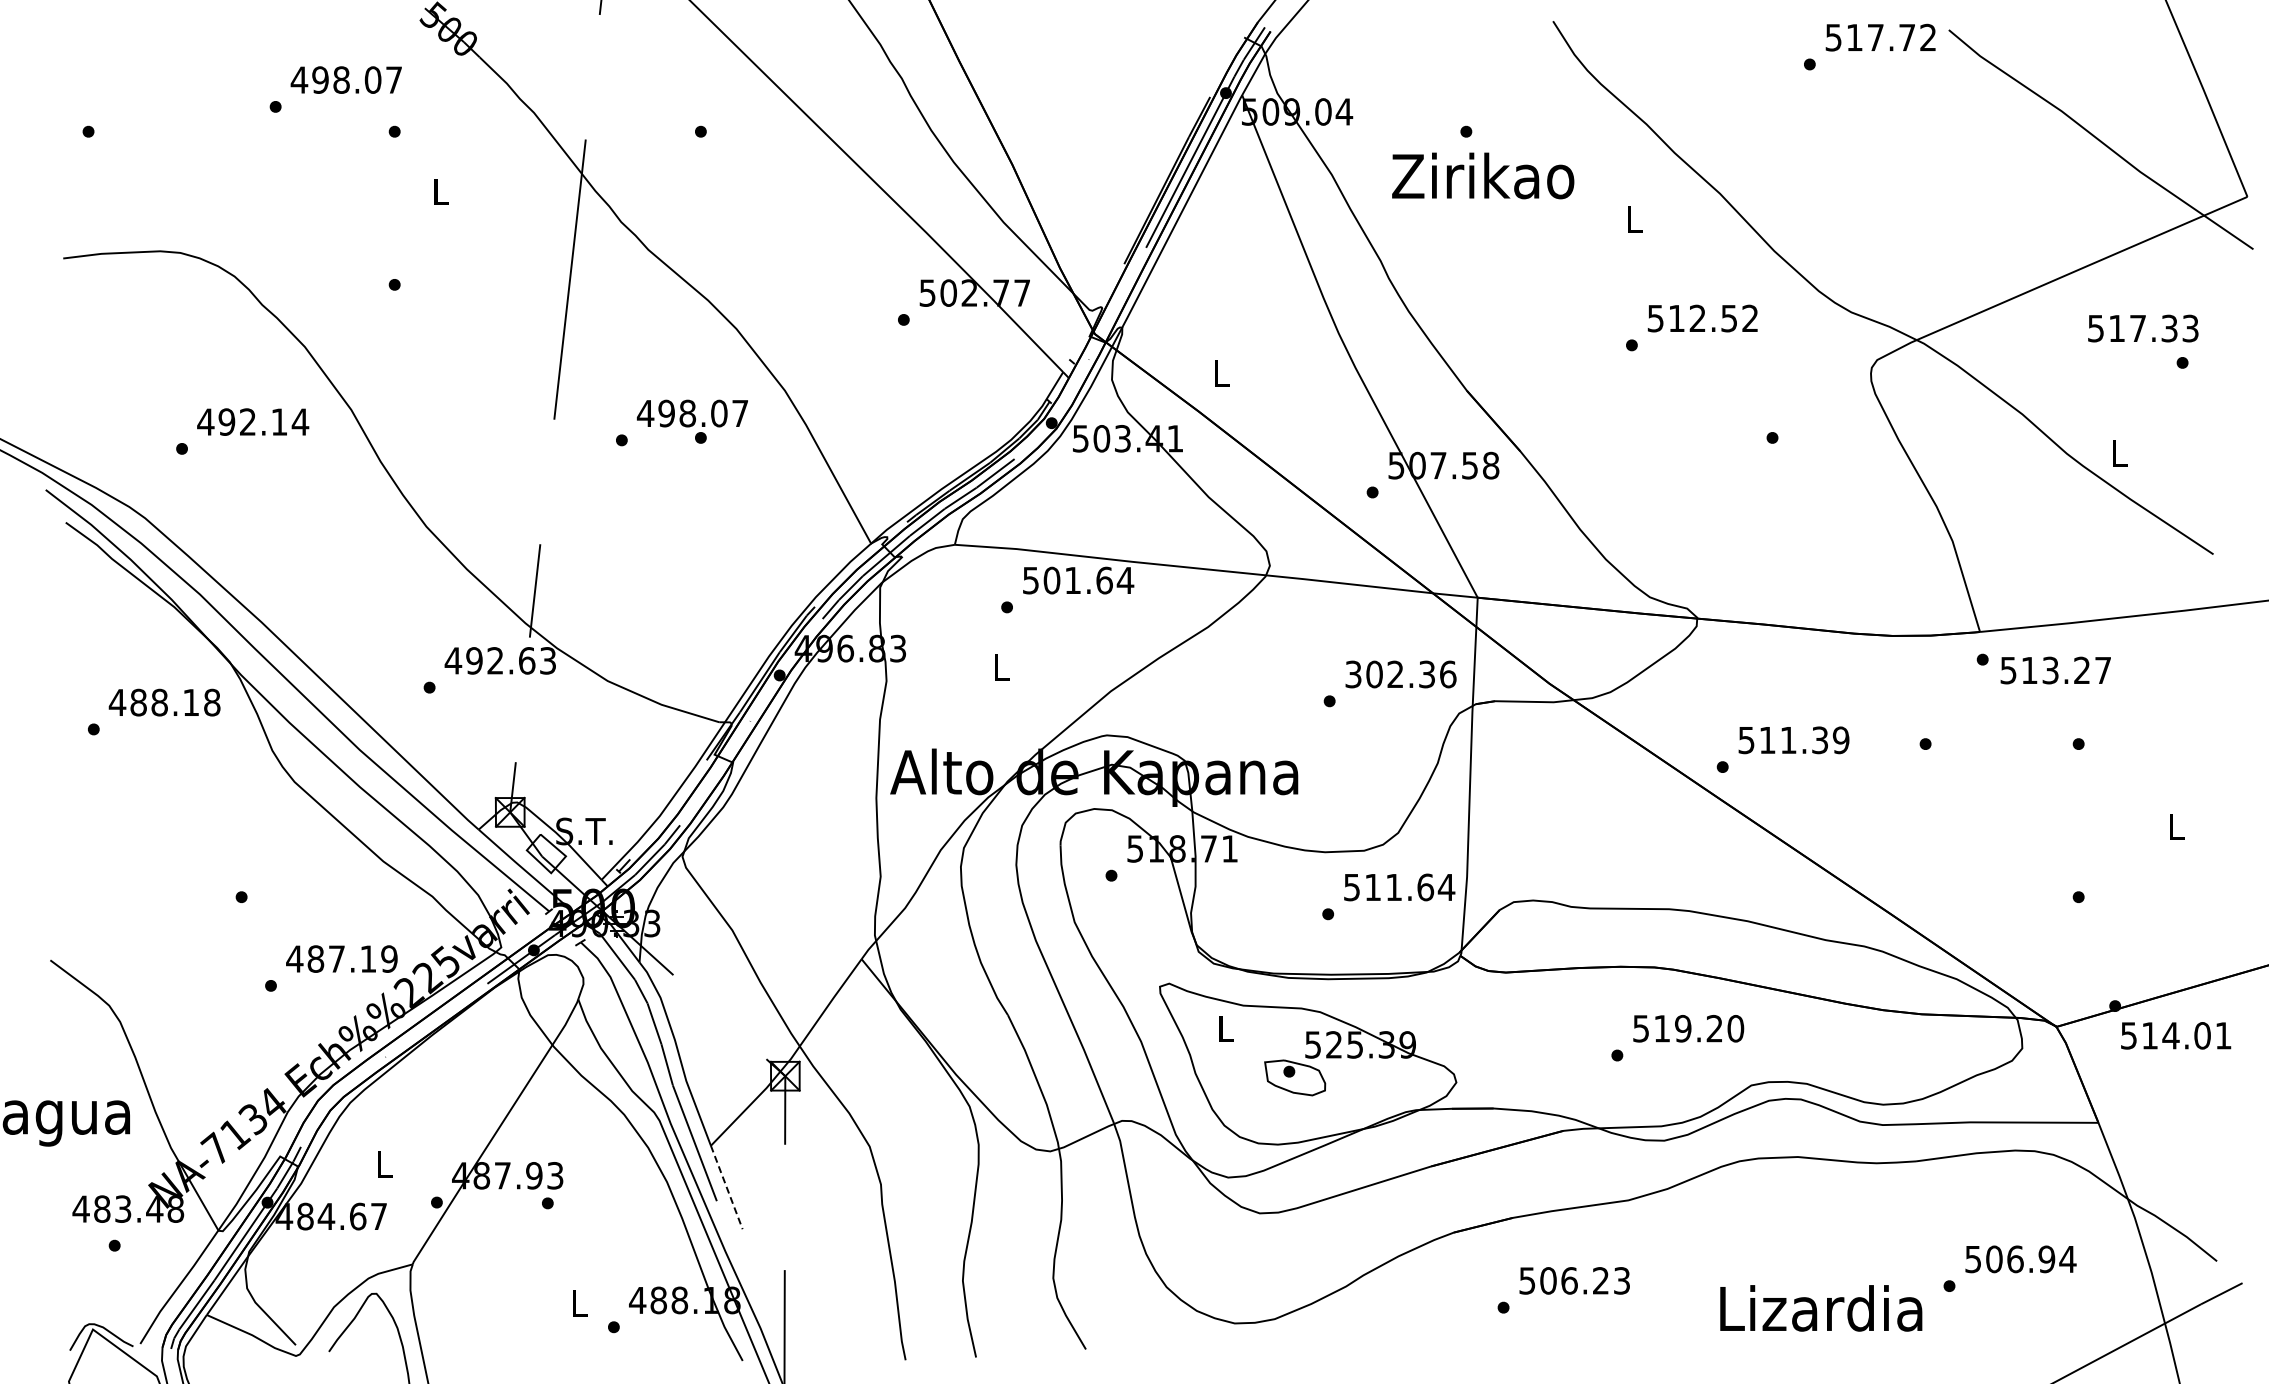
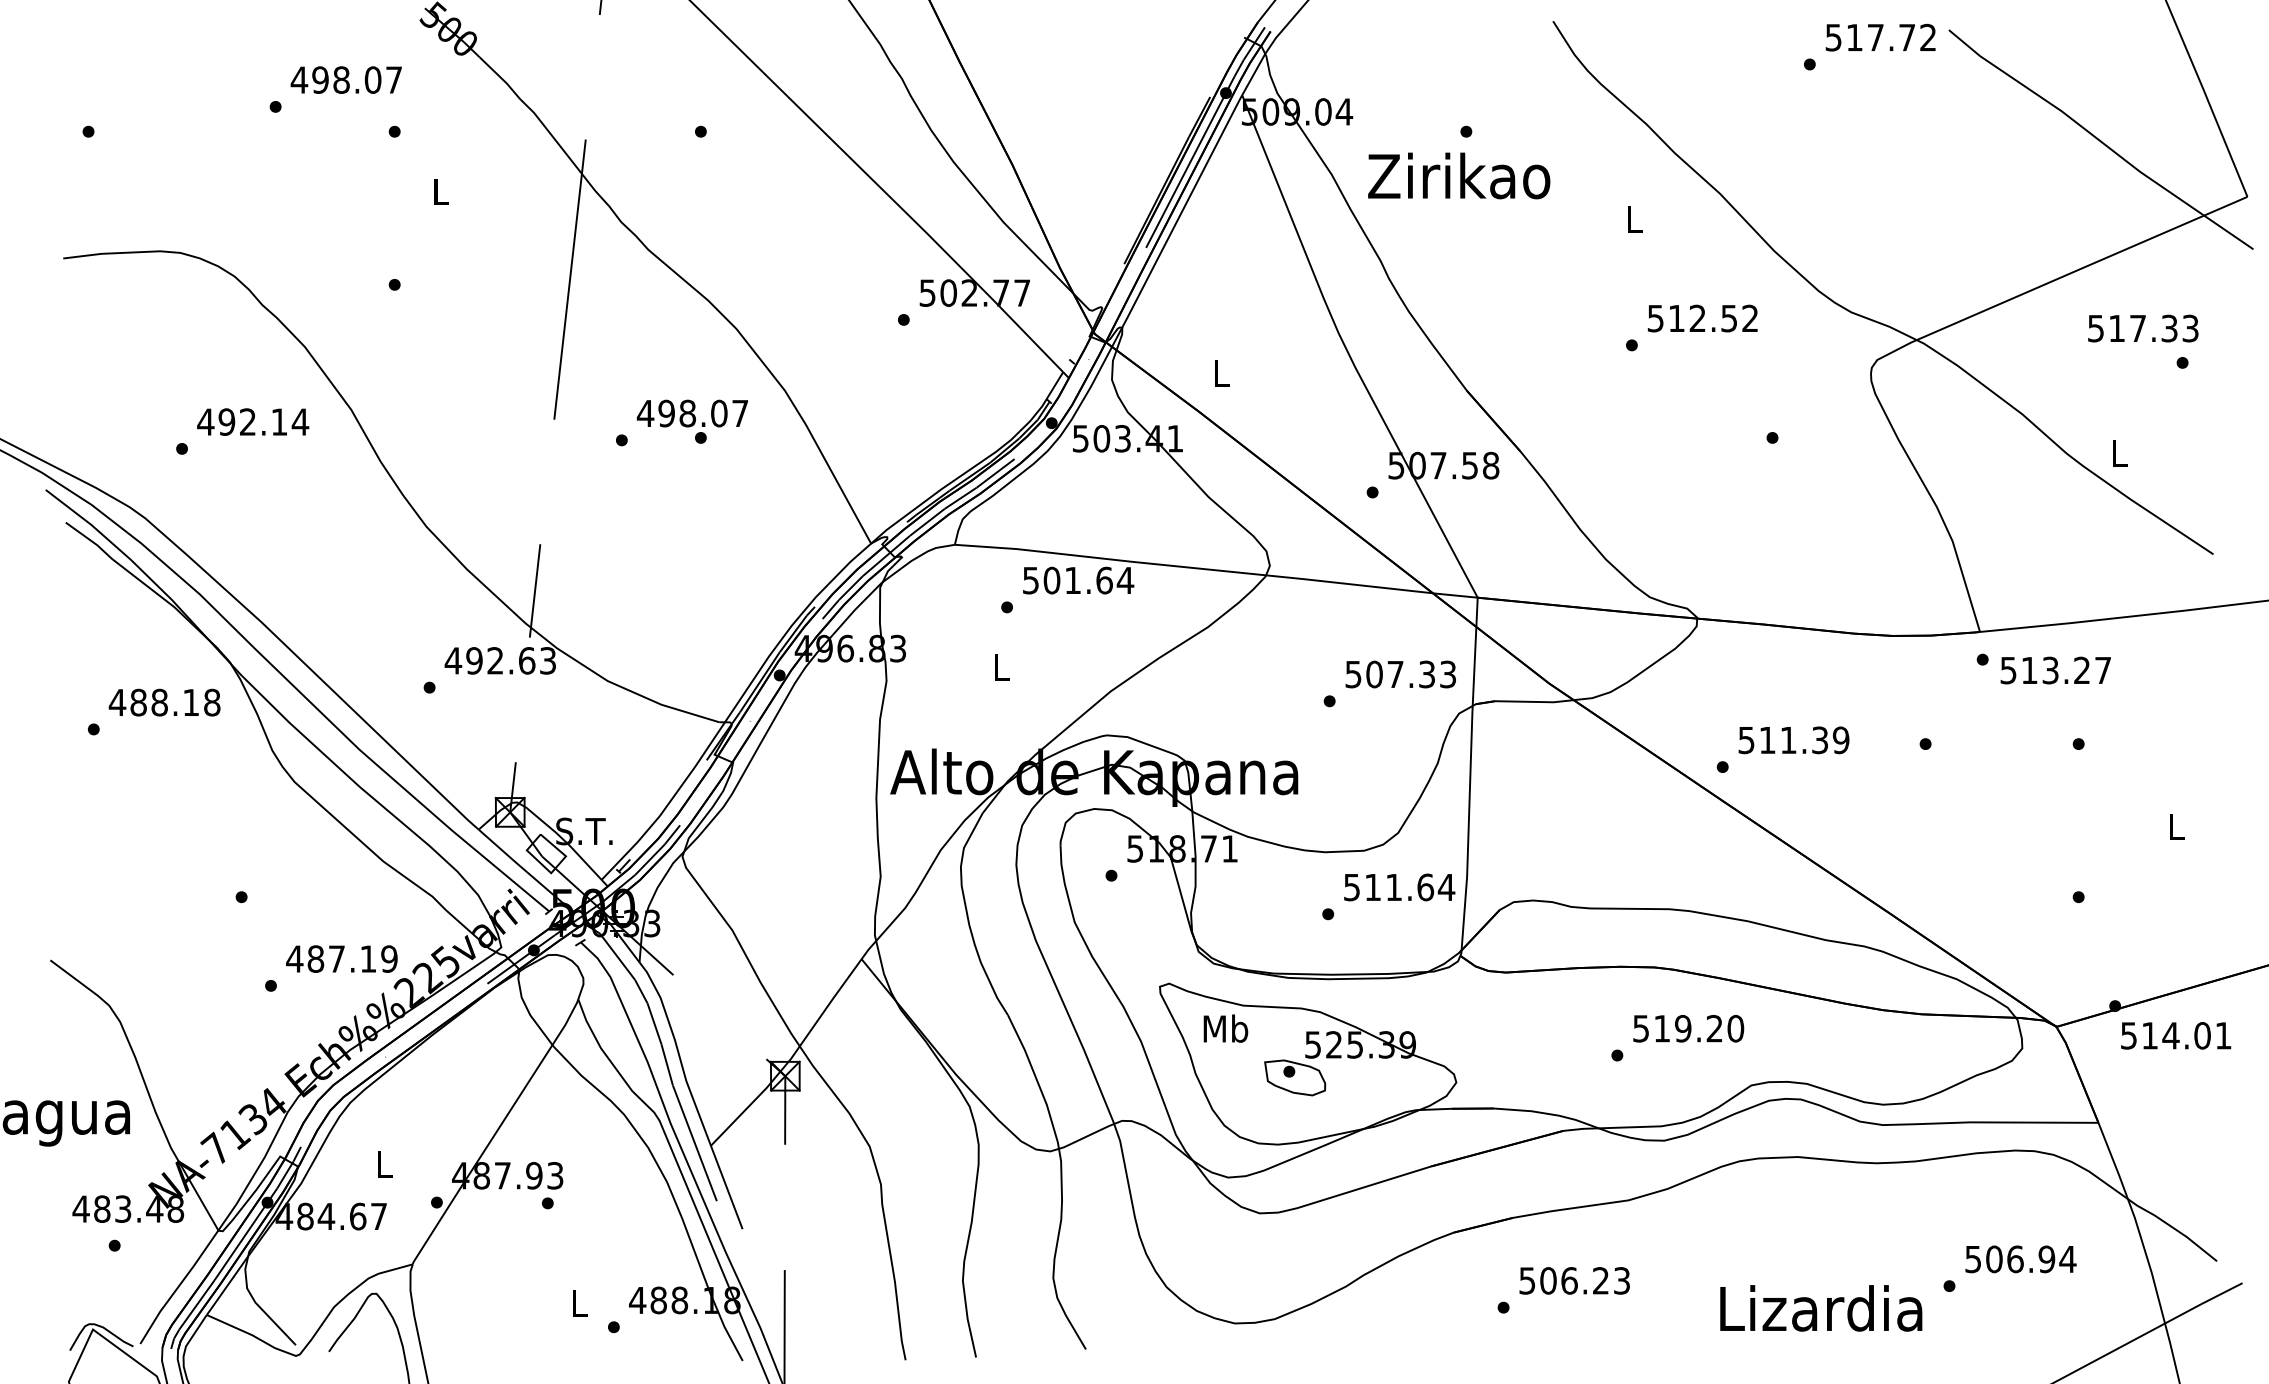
text at (1483, 175) position: (1483, 175) -> (1459, 175)
text at (1401, 674): 302.36 -> 507.33
text at (1225, 1028): L -> Mb
line at (726, 1187): dashed -> solid
